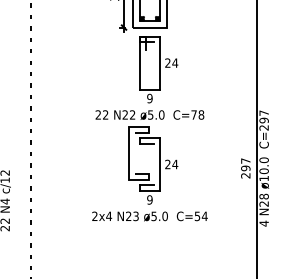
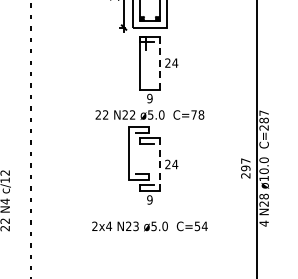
line at (159, 62): solid -> dashed
text at (263, 120): C=297 -> C=287
line at (159, 164): solid -> dashed
text at (149, 216) position: (149, 216) -> (149, 226)
